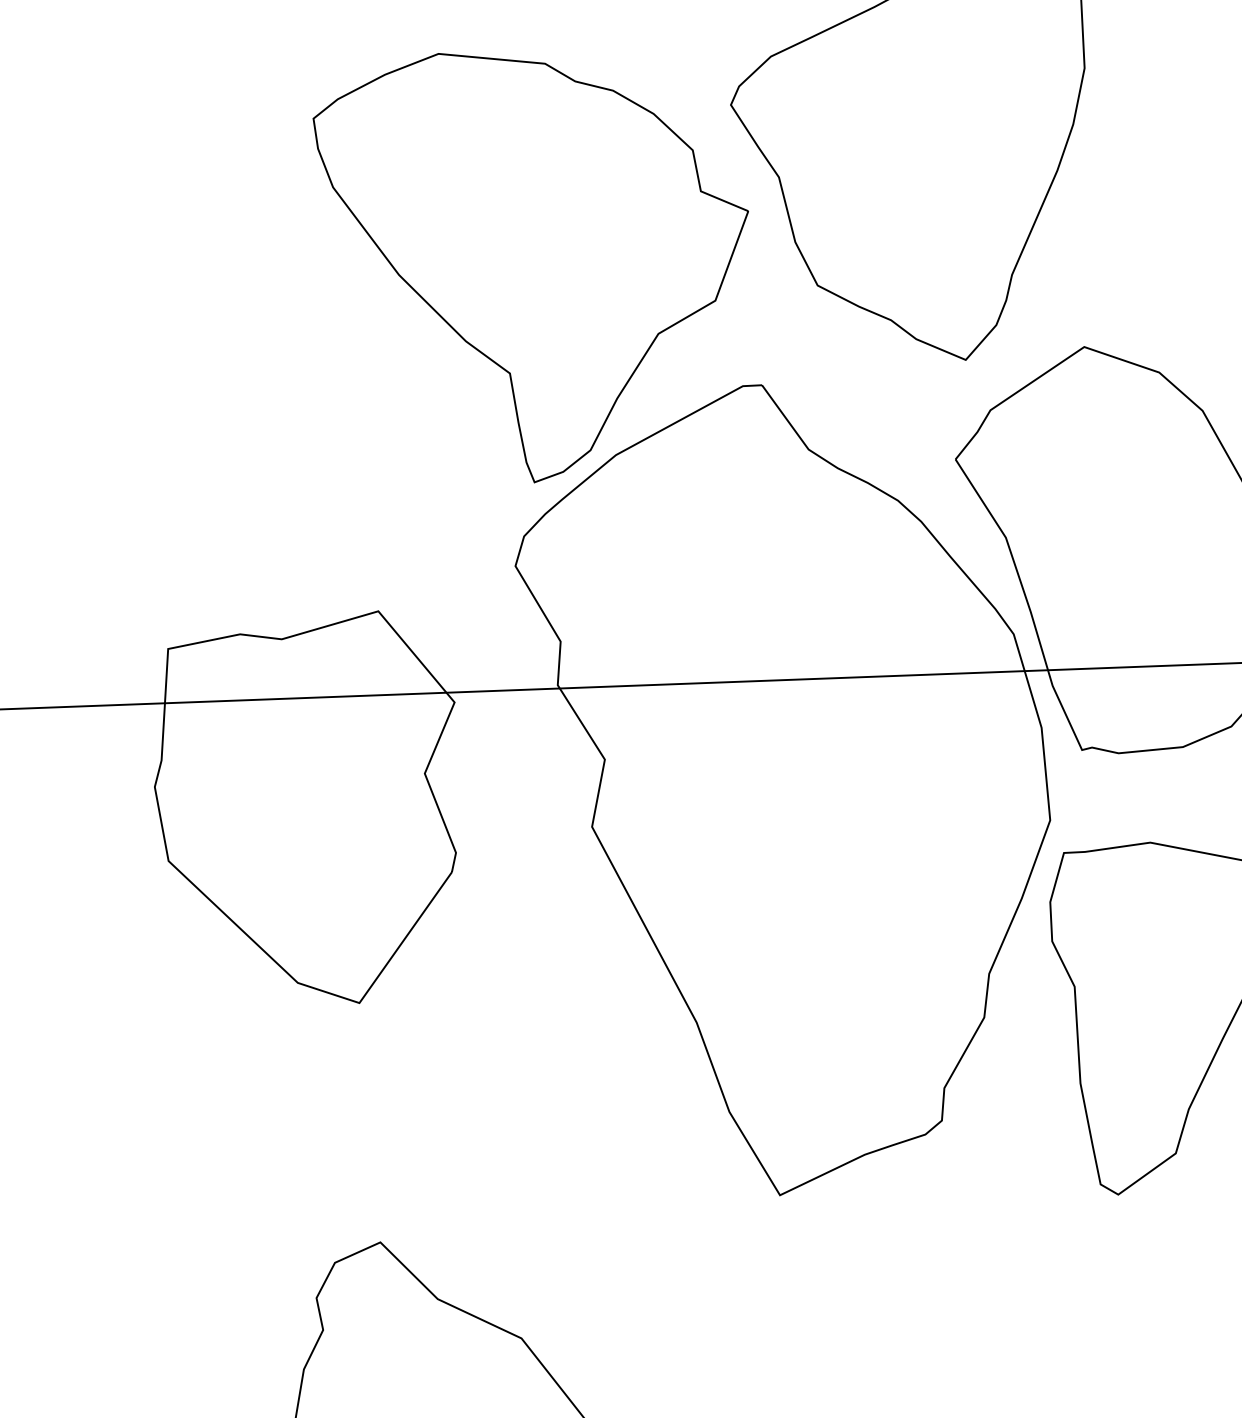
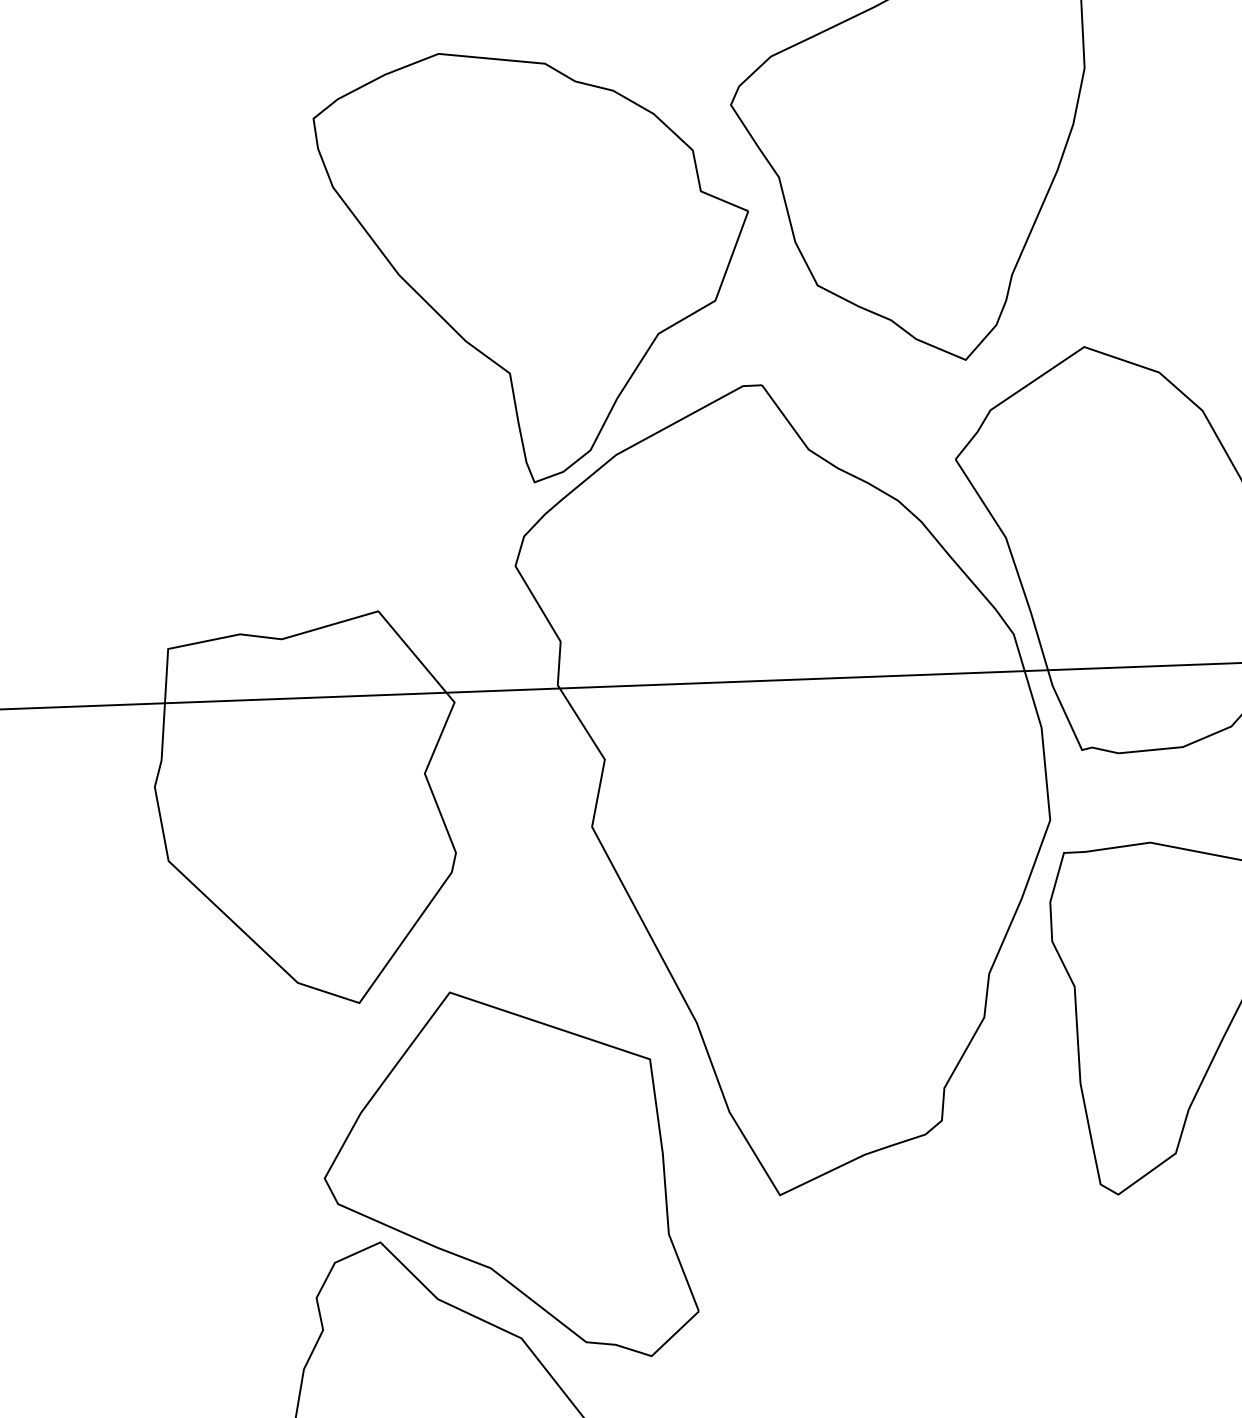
part at (511, 1173): none -> present
